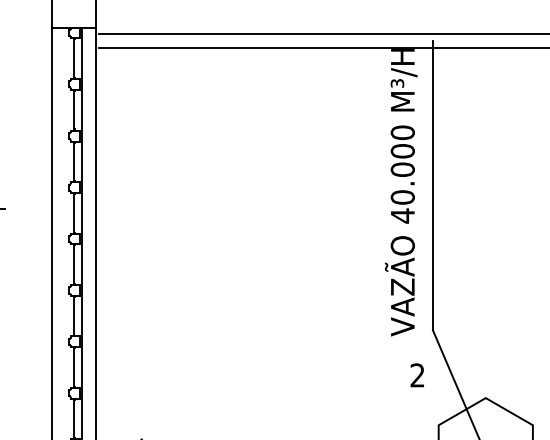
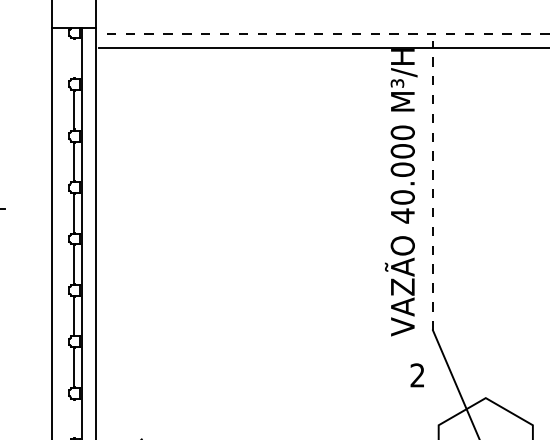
line at (324, 34): solid -> dashed
line at (74, 58): present -> none
line at (432, 185): solid -> dashed
line at (74, 417): present -> none
